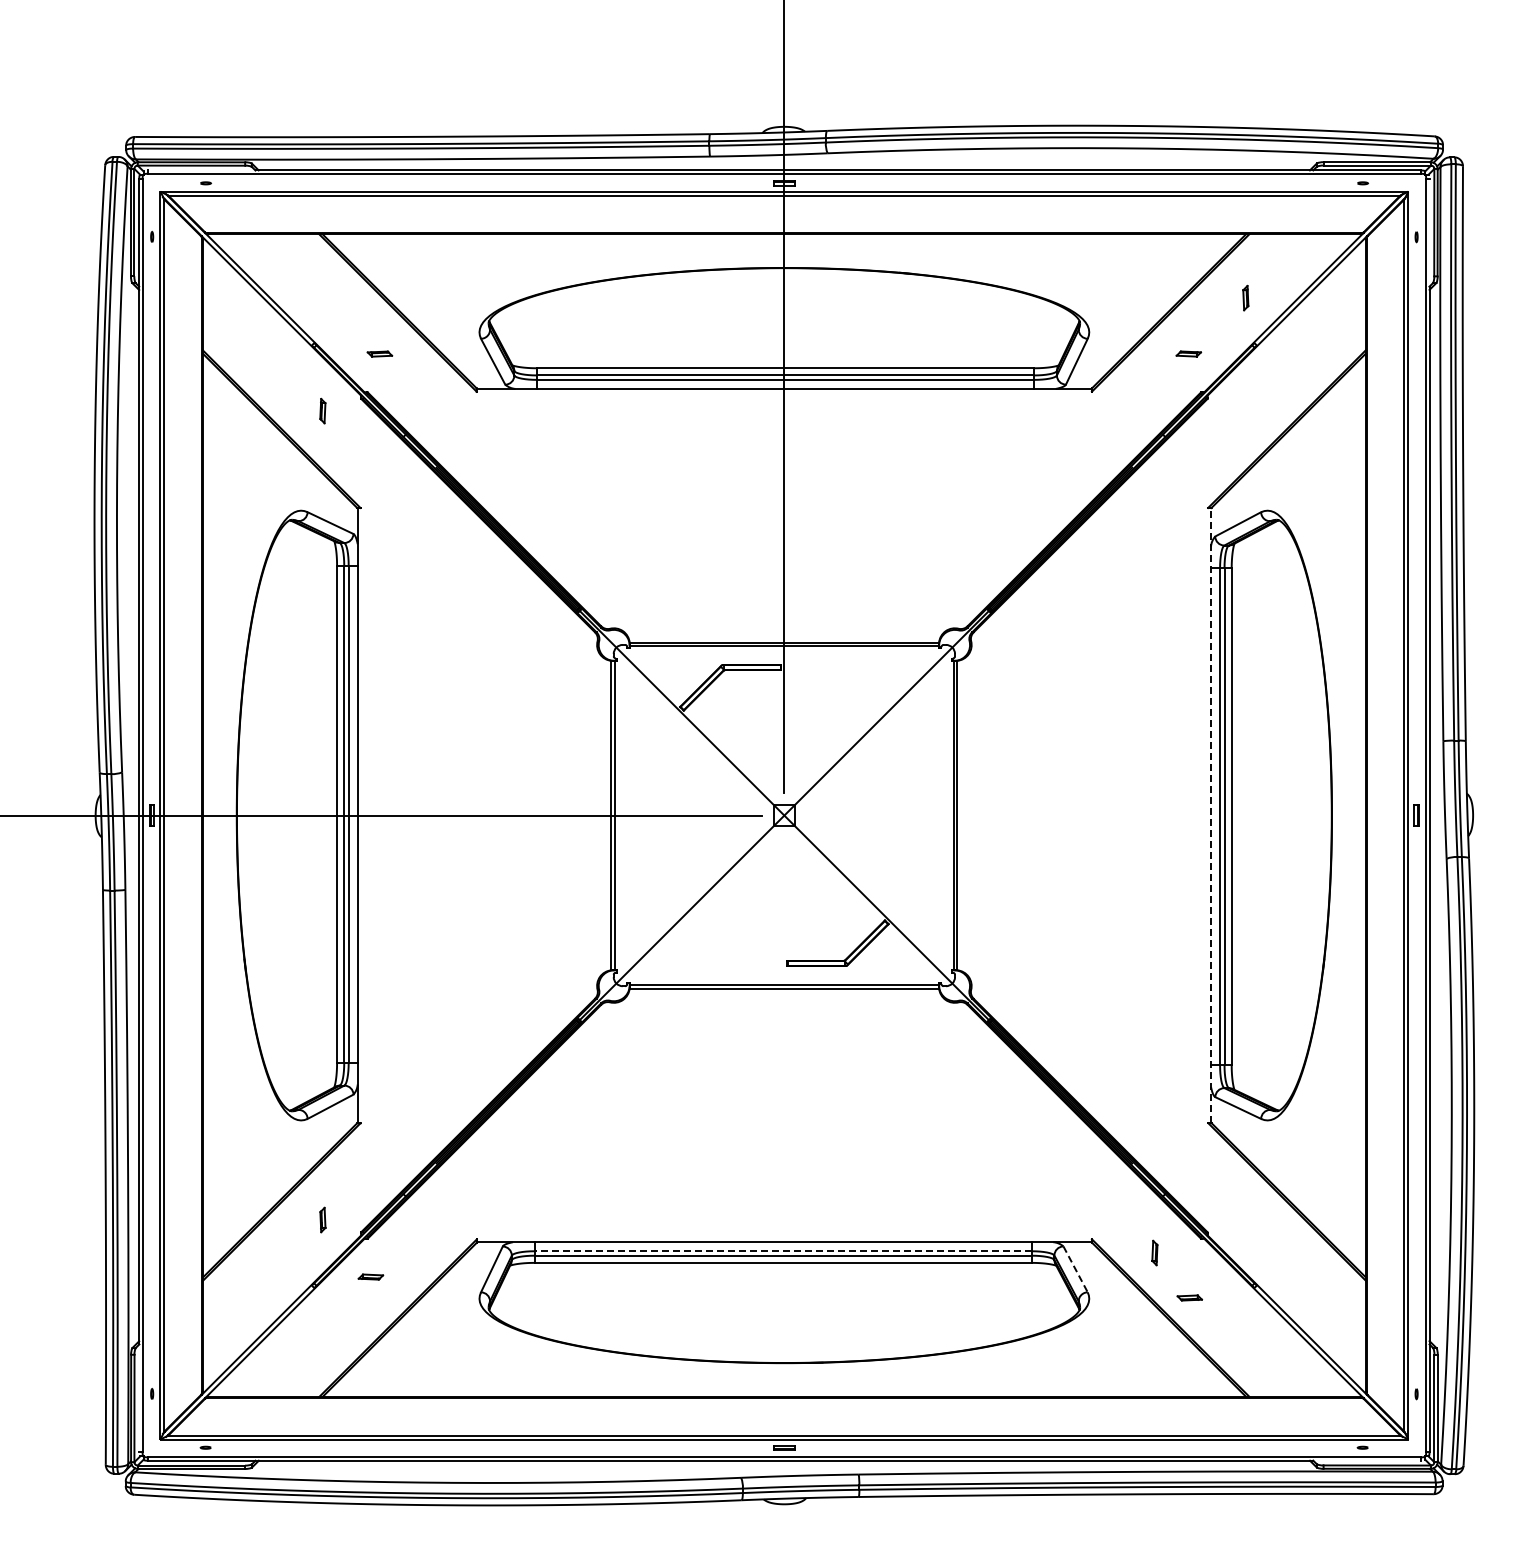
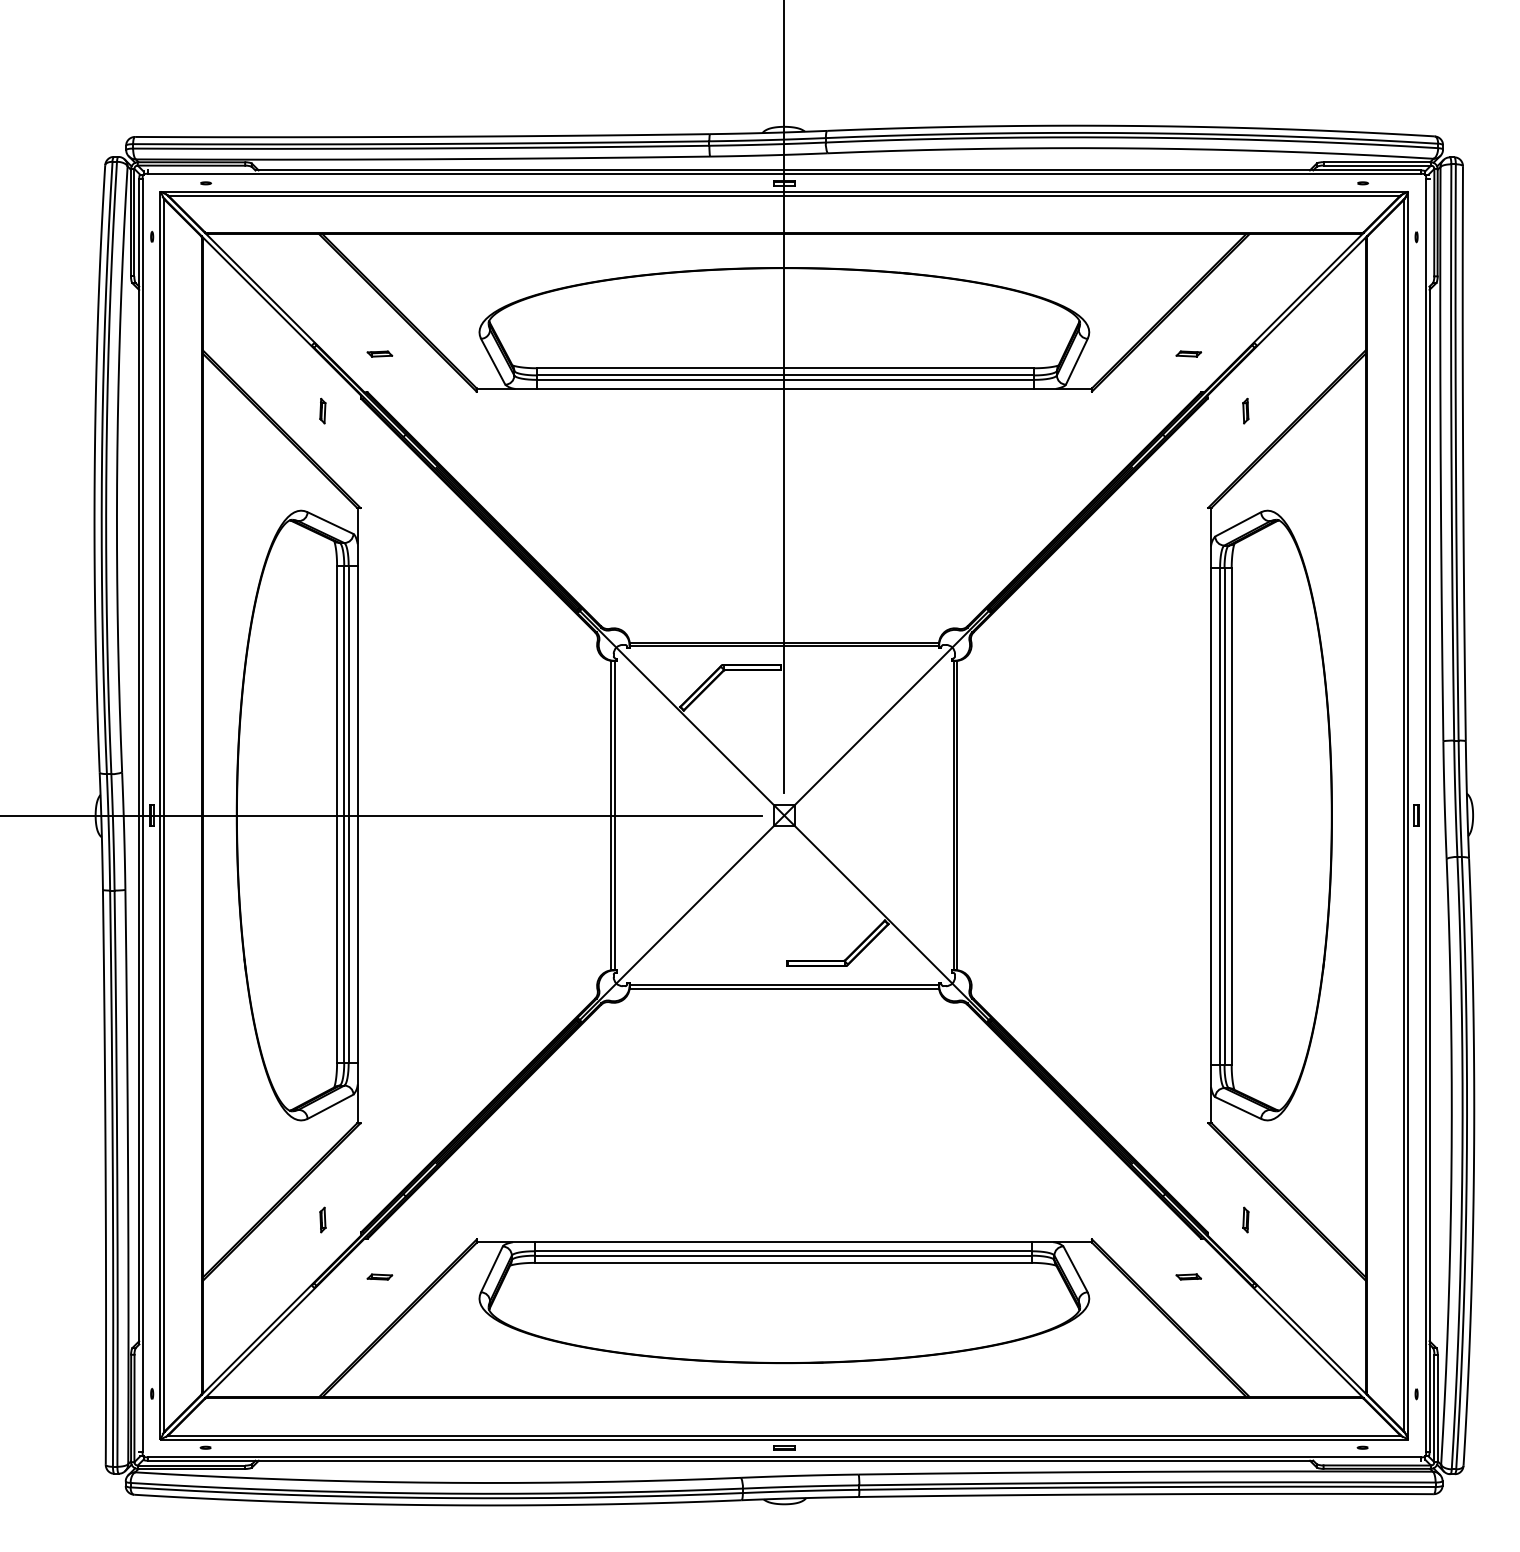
part at (1245, 297) position: (1245, 297) -> (1245, 410)
line at (1211, 815): dashed -> solid
line at (783, 1251): dashed -> solid
part at (1154, 1252) position: (1154, 1252) -> (1245, 1219)
line at (1075, 1269): dashed -> solid
part at (370, 1276) position: (370, 1276) -> (379, 1276)
part at (1189, 1297) position: (1189, 1297) -> (1188, 1276)
